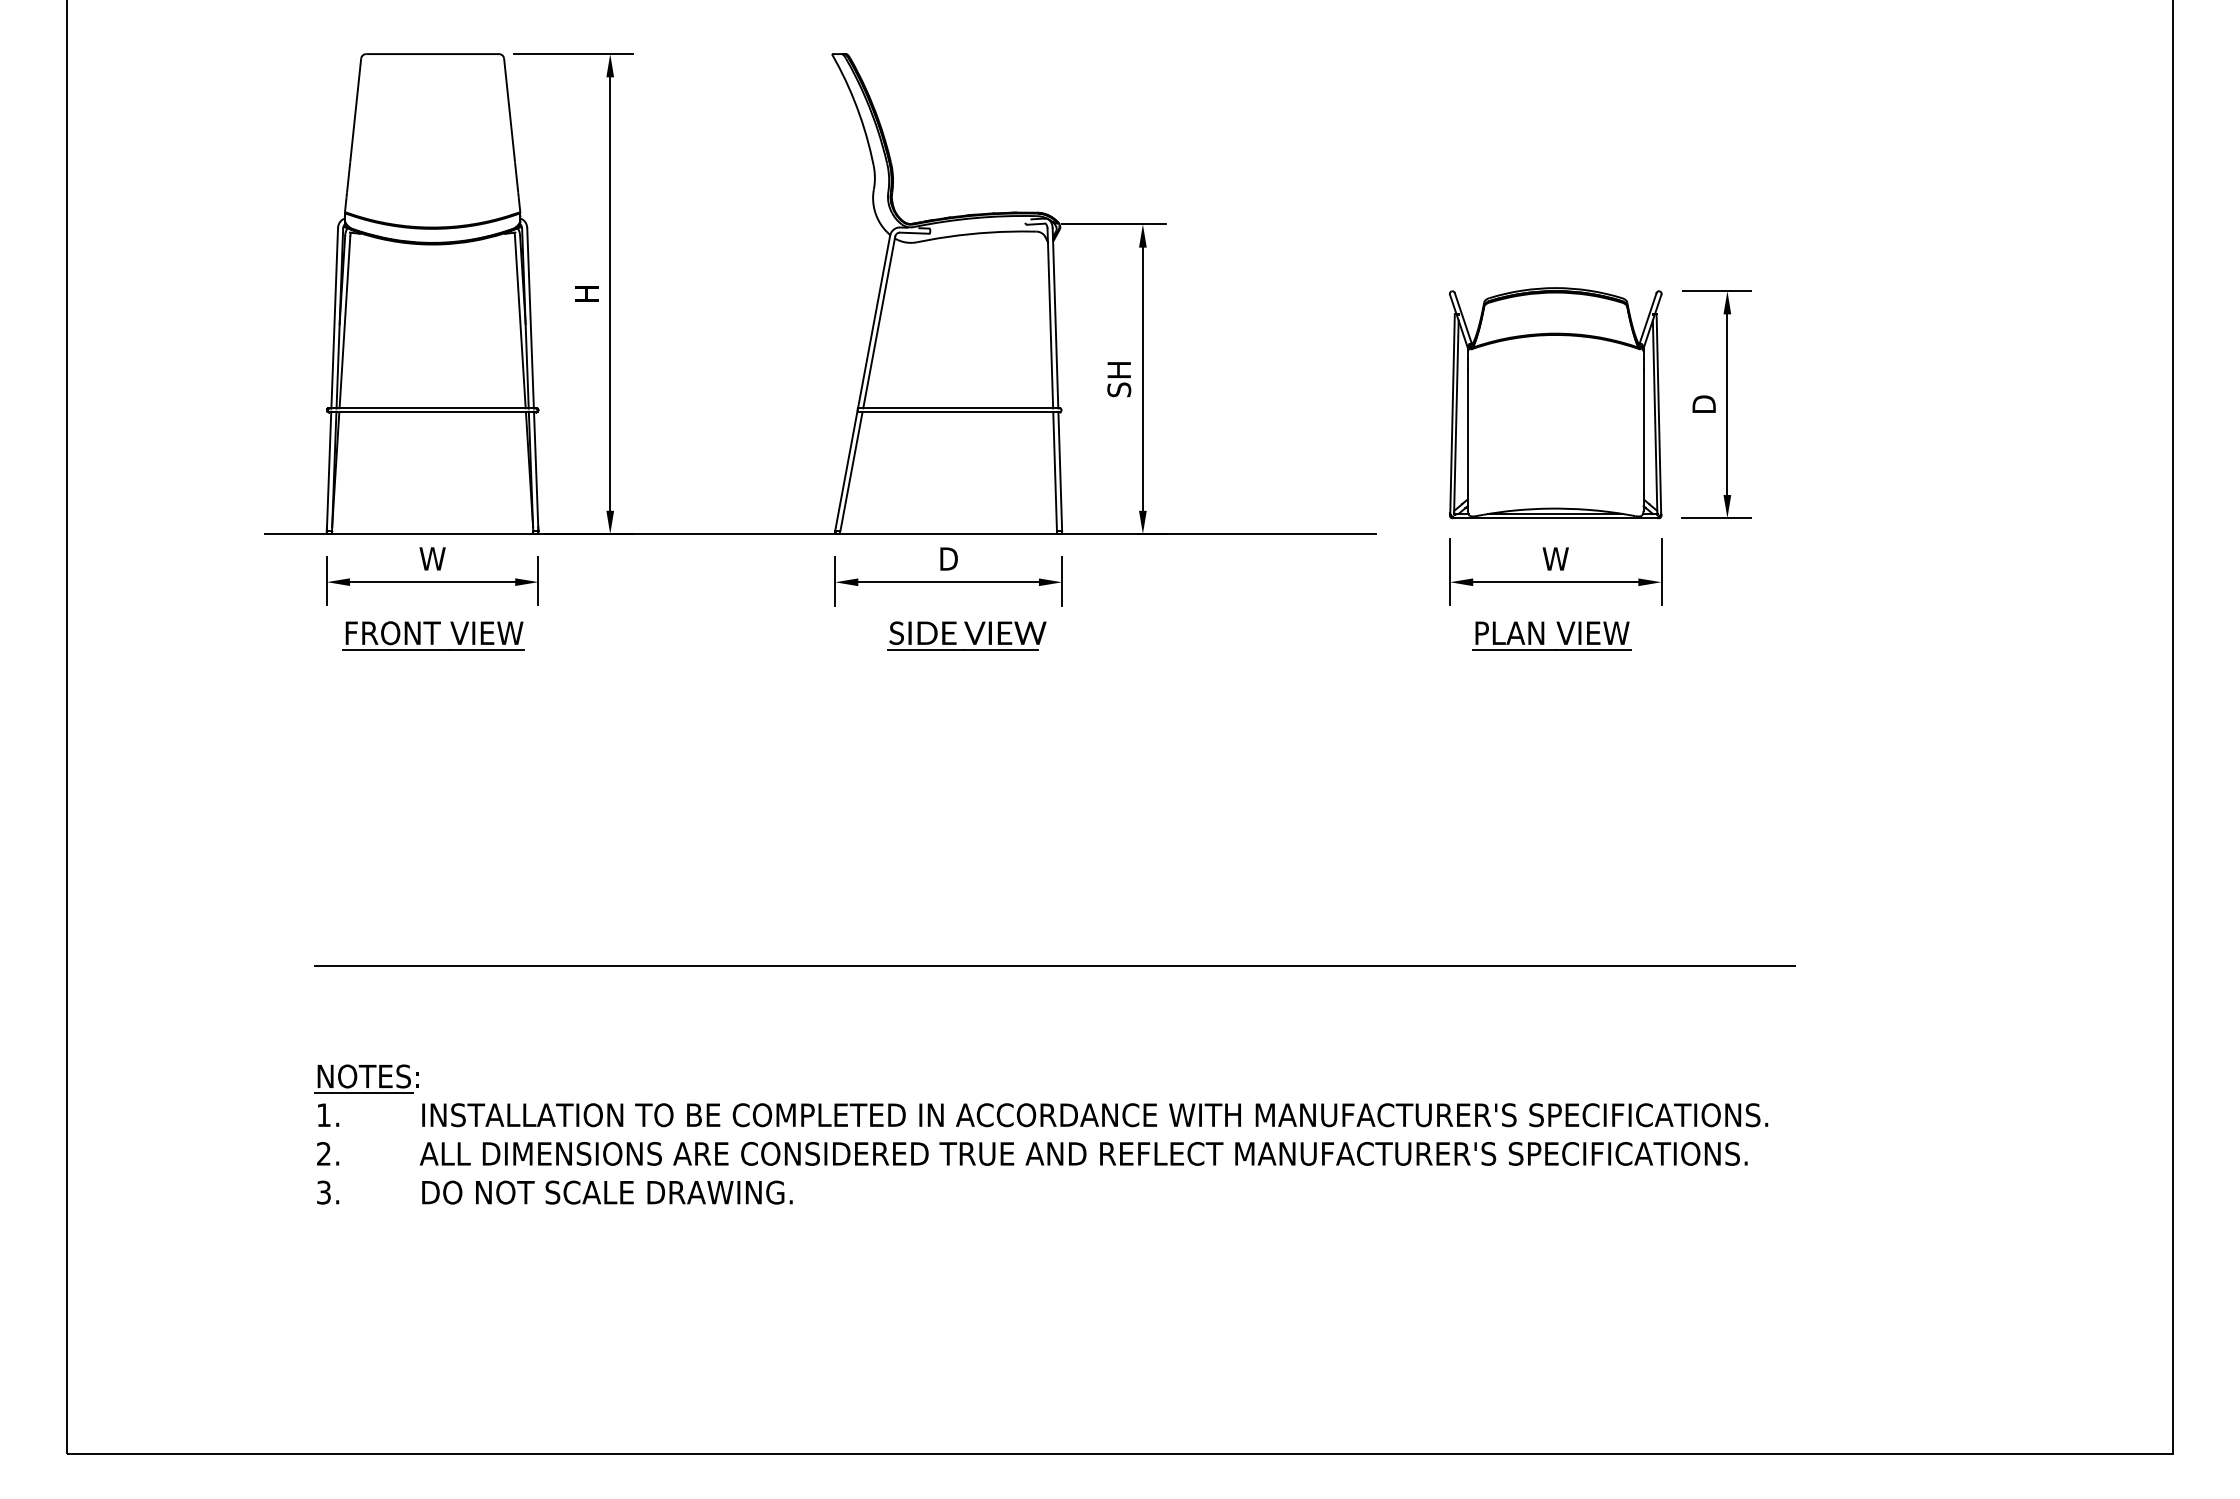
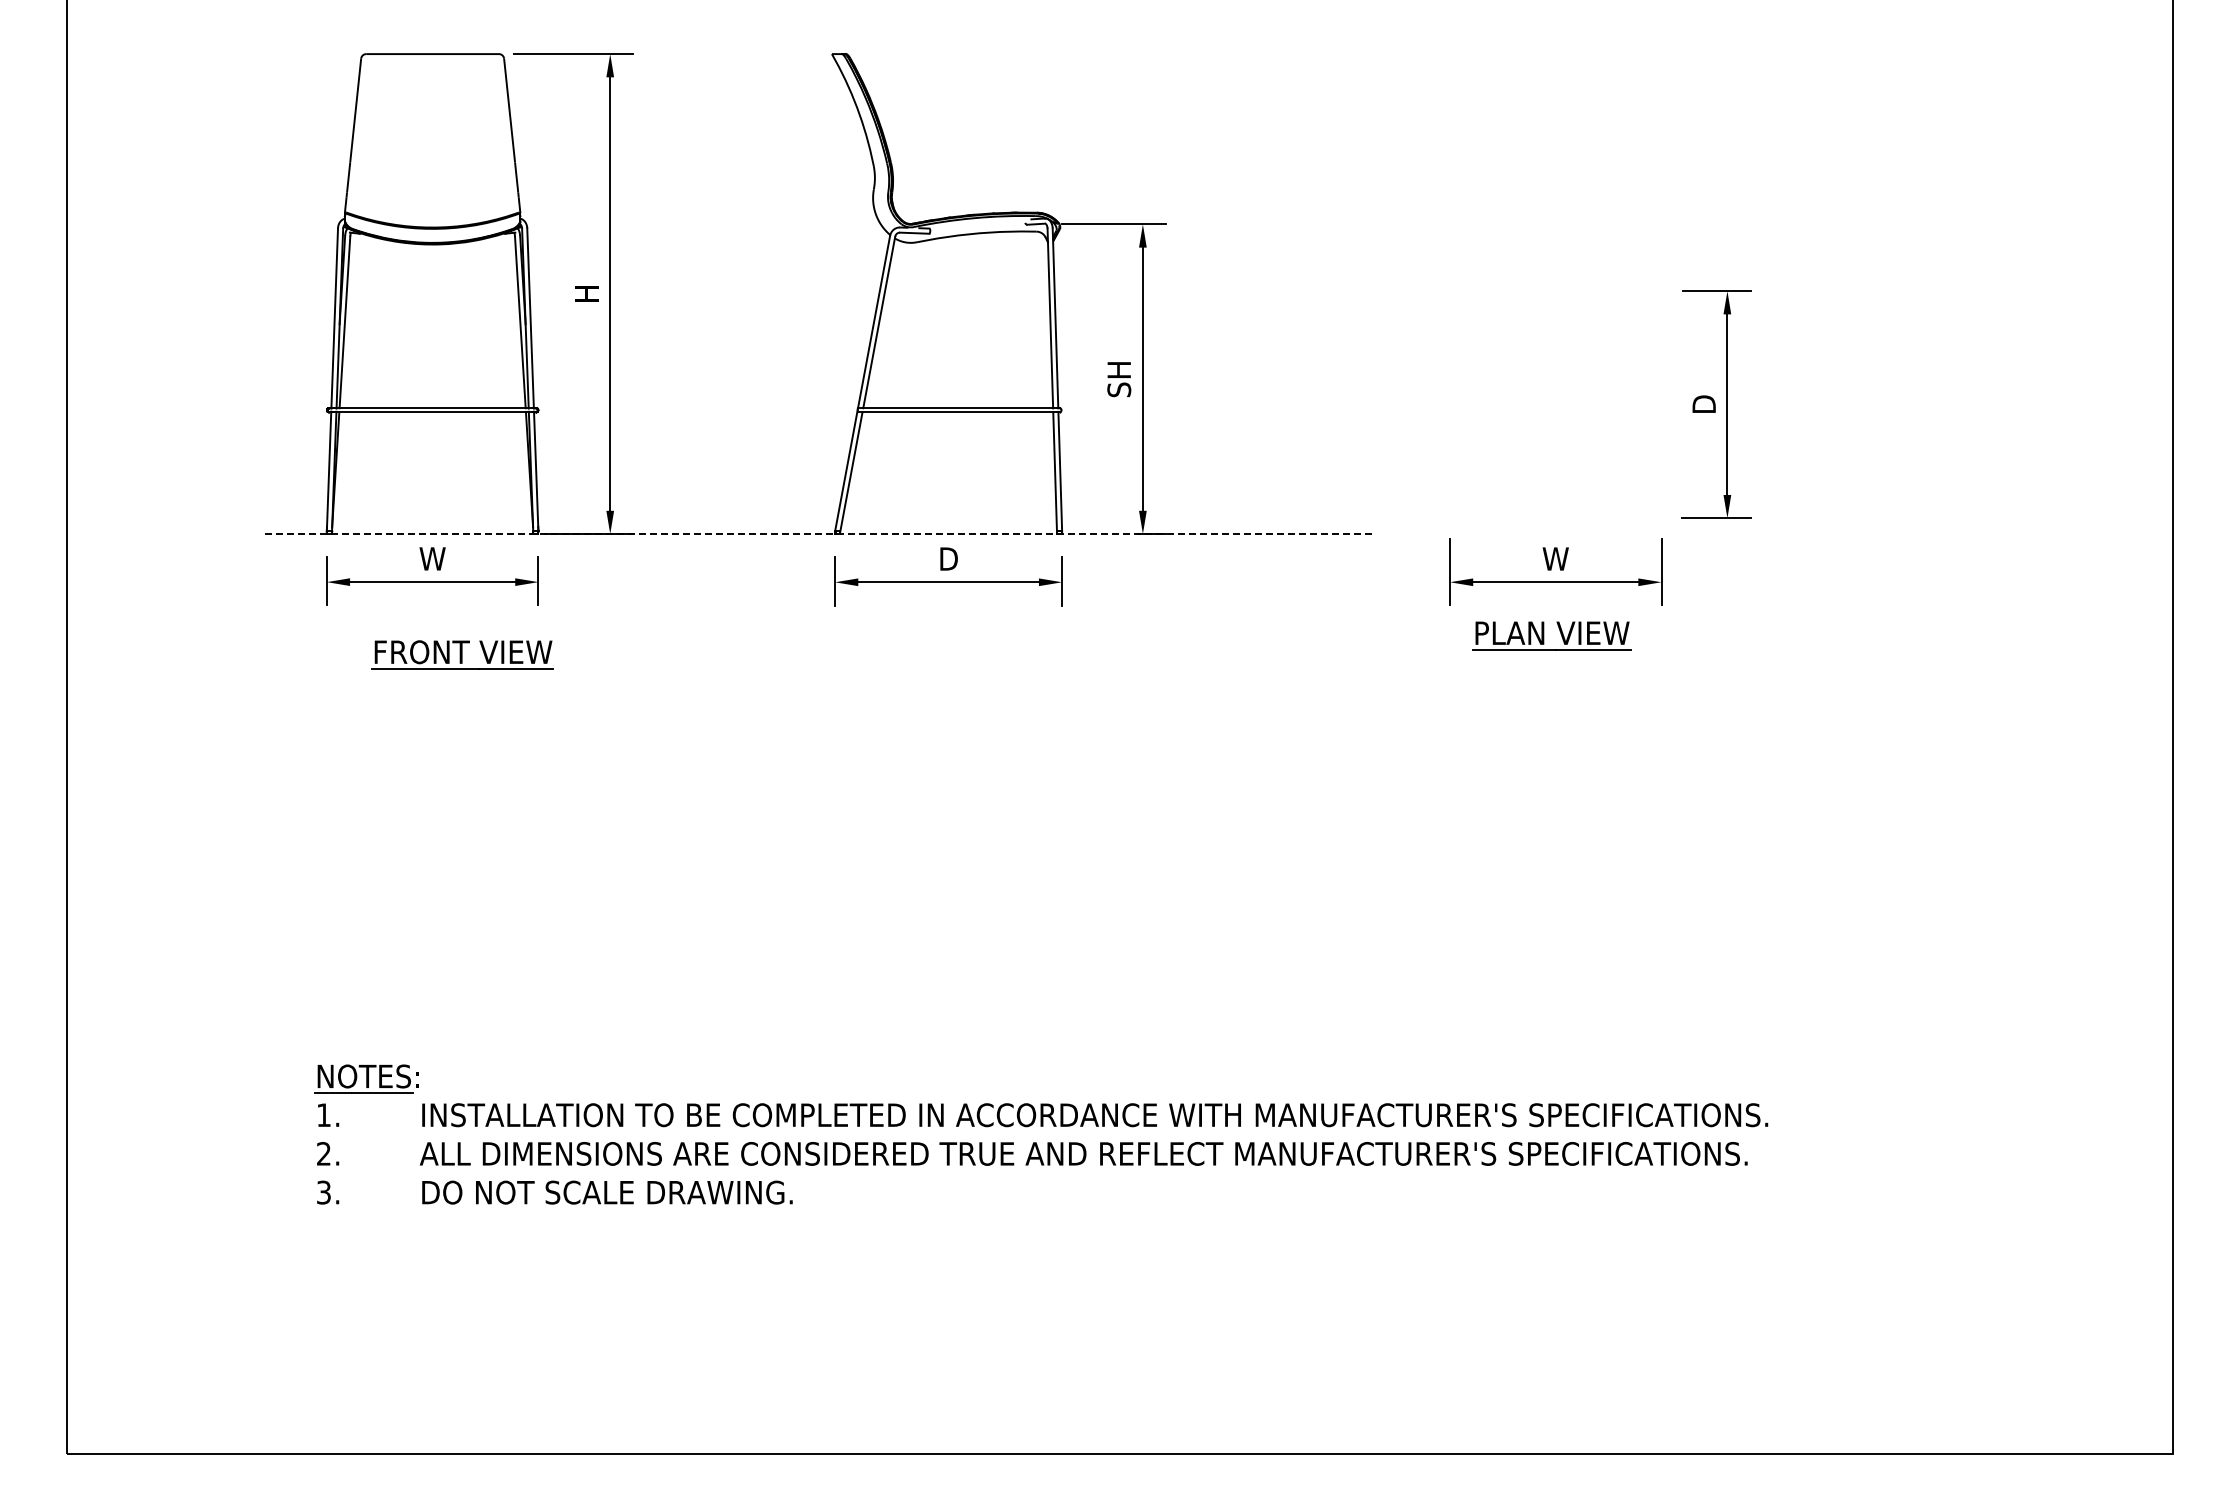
part at (1555, 403): present -> none
line at (820, 534): solid -> dashed
part at (433, 635) position: (433, 635) -> (462, 654)
part at (966, 635): present -> none
line at (1054, 965): present -> none
